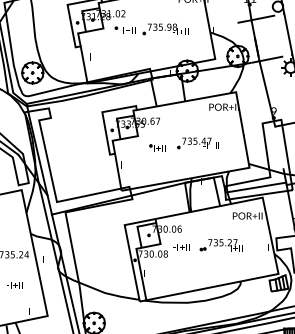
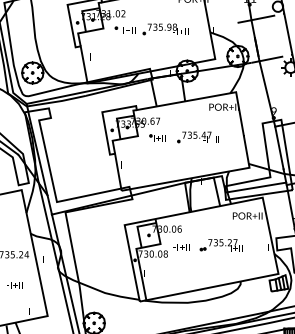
part at (197, 143) position: (197, 143) -> (197, 137)
part at (157, 147) position: (157, 147) -> (157, 137)
line at (279, 147): none -> present
